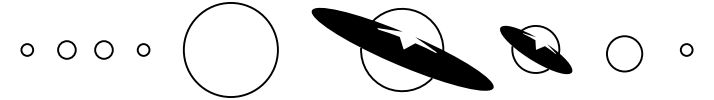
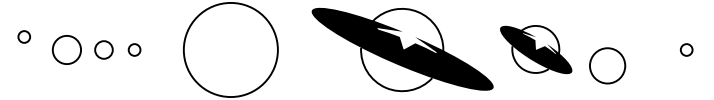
circle at (26, 49) position: (26, 49) -> (23, 36)
circle at (66, 49) diameter: 18 px -> 28 px
circle at (143, 49) position: (143, 49) -> (134, 49)
circle at (624, 53) position: (624, 53) -> (607, 65)
